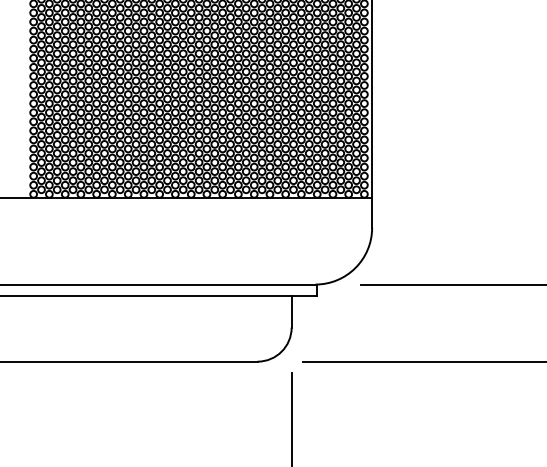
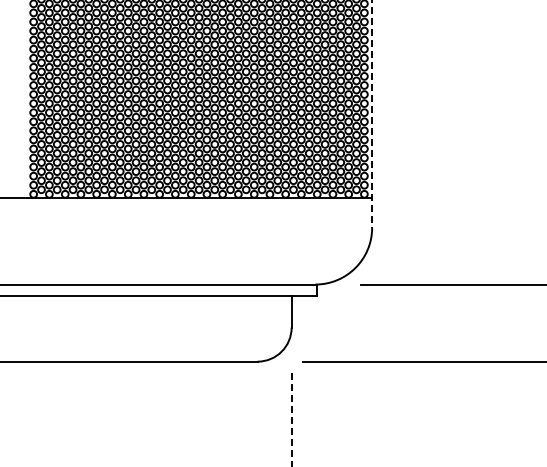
line at (372, 114): solid -> dashed
line at (291, 419): solid -> dashed
